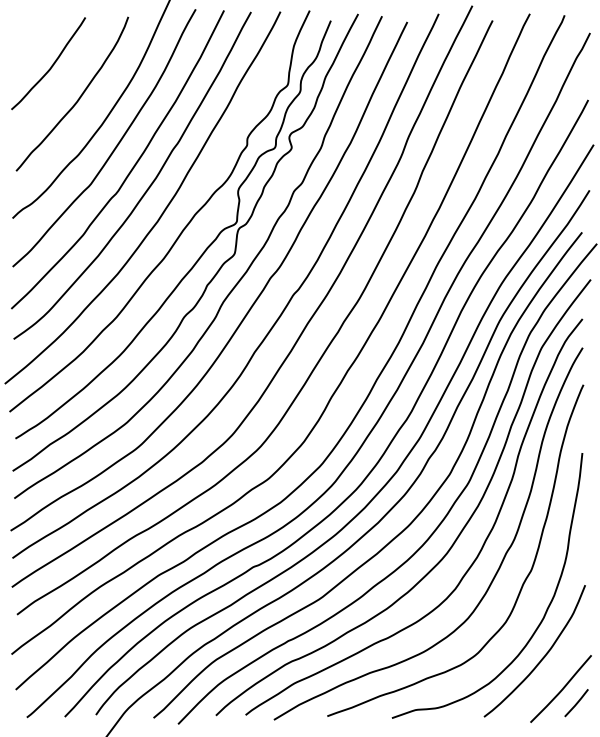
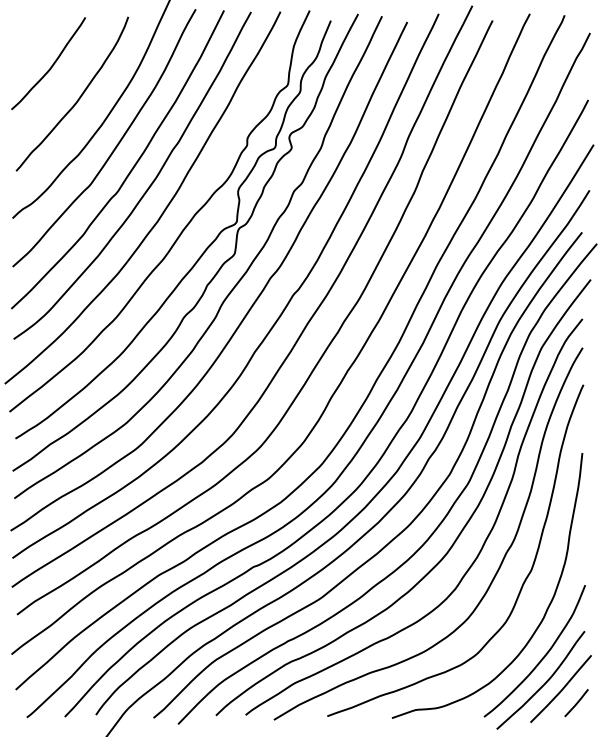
curve at (544, 682): none -> present
